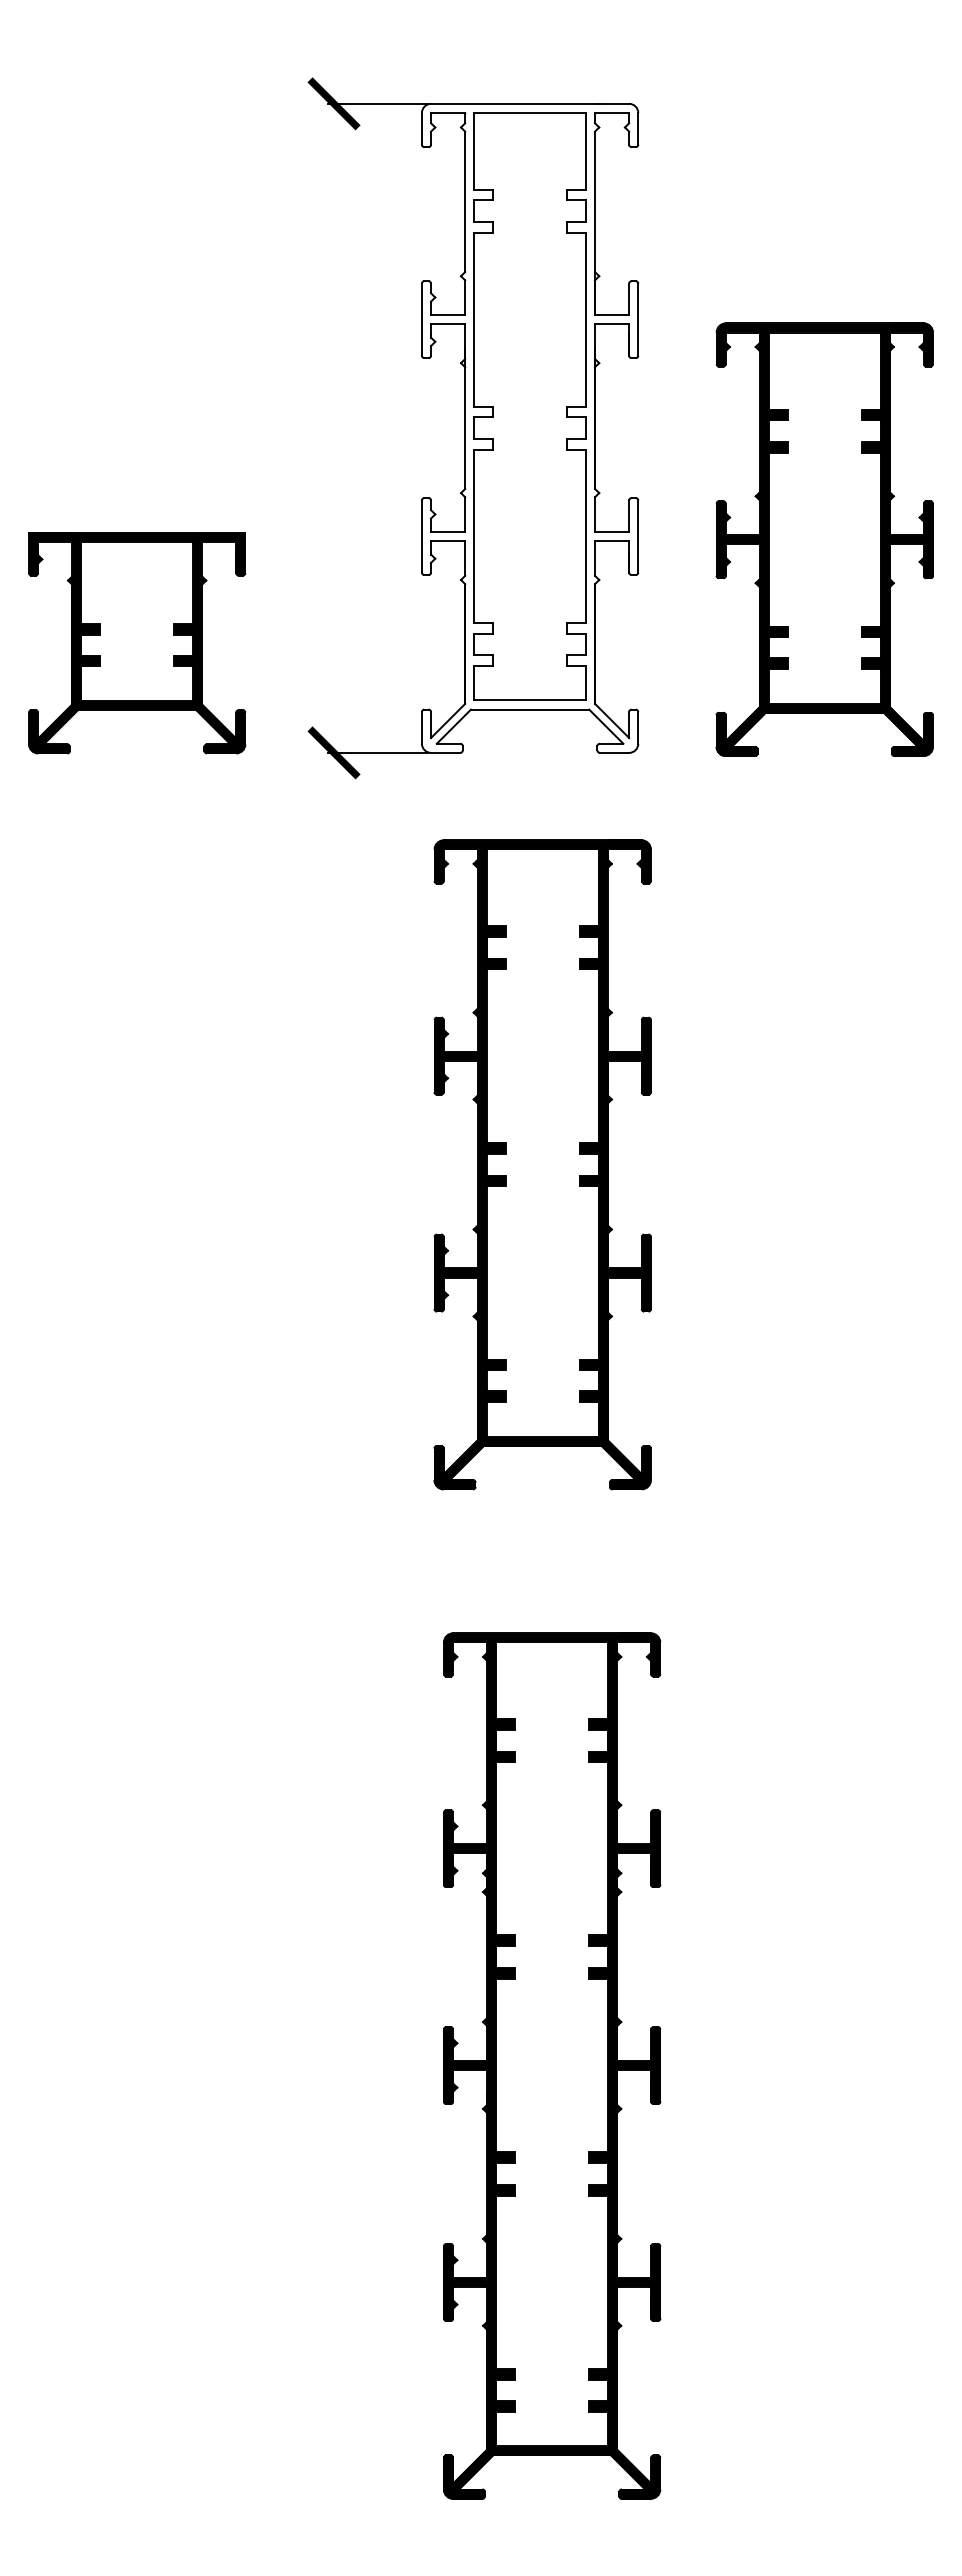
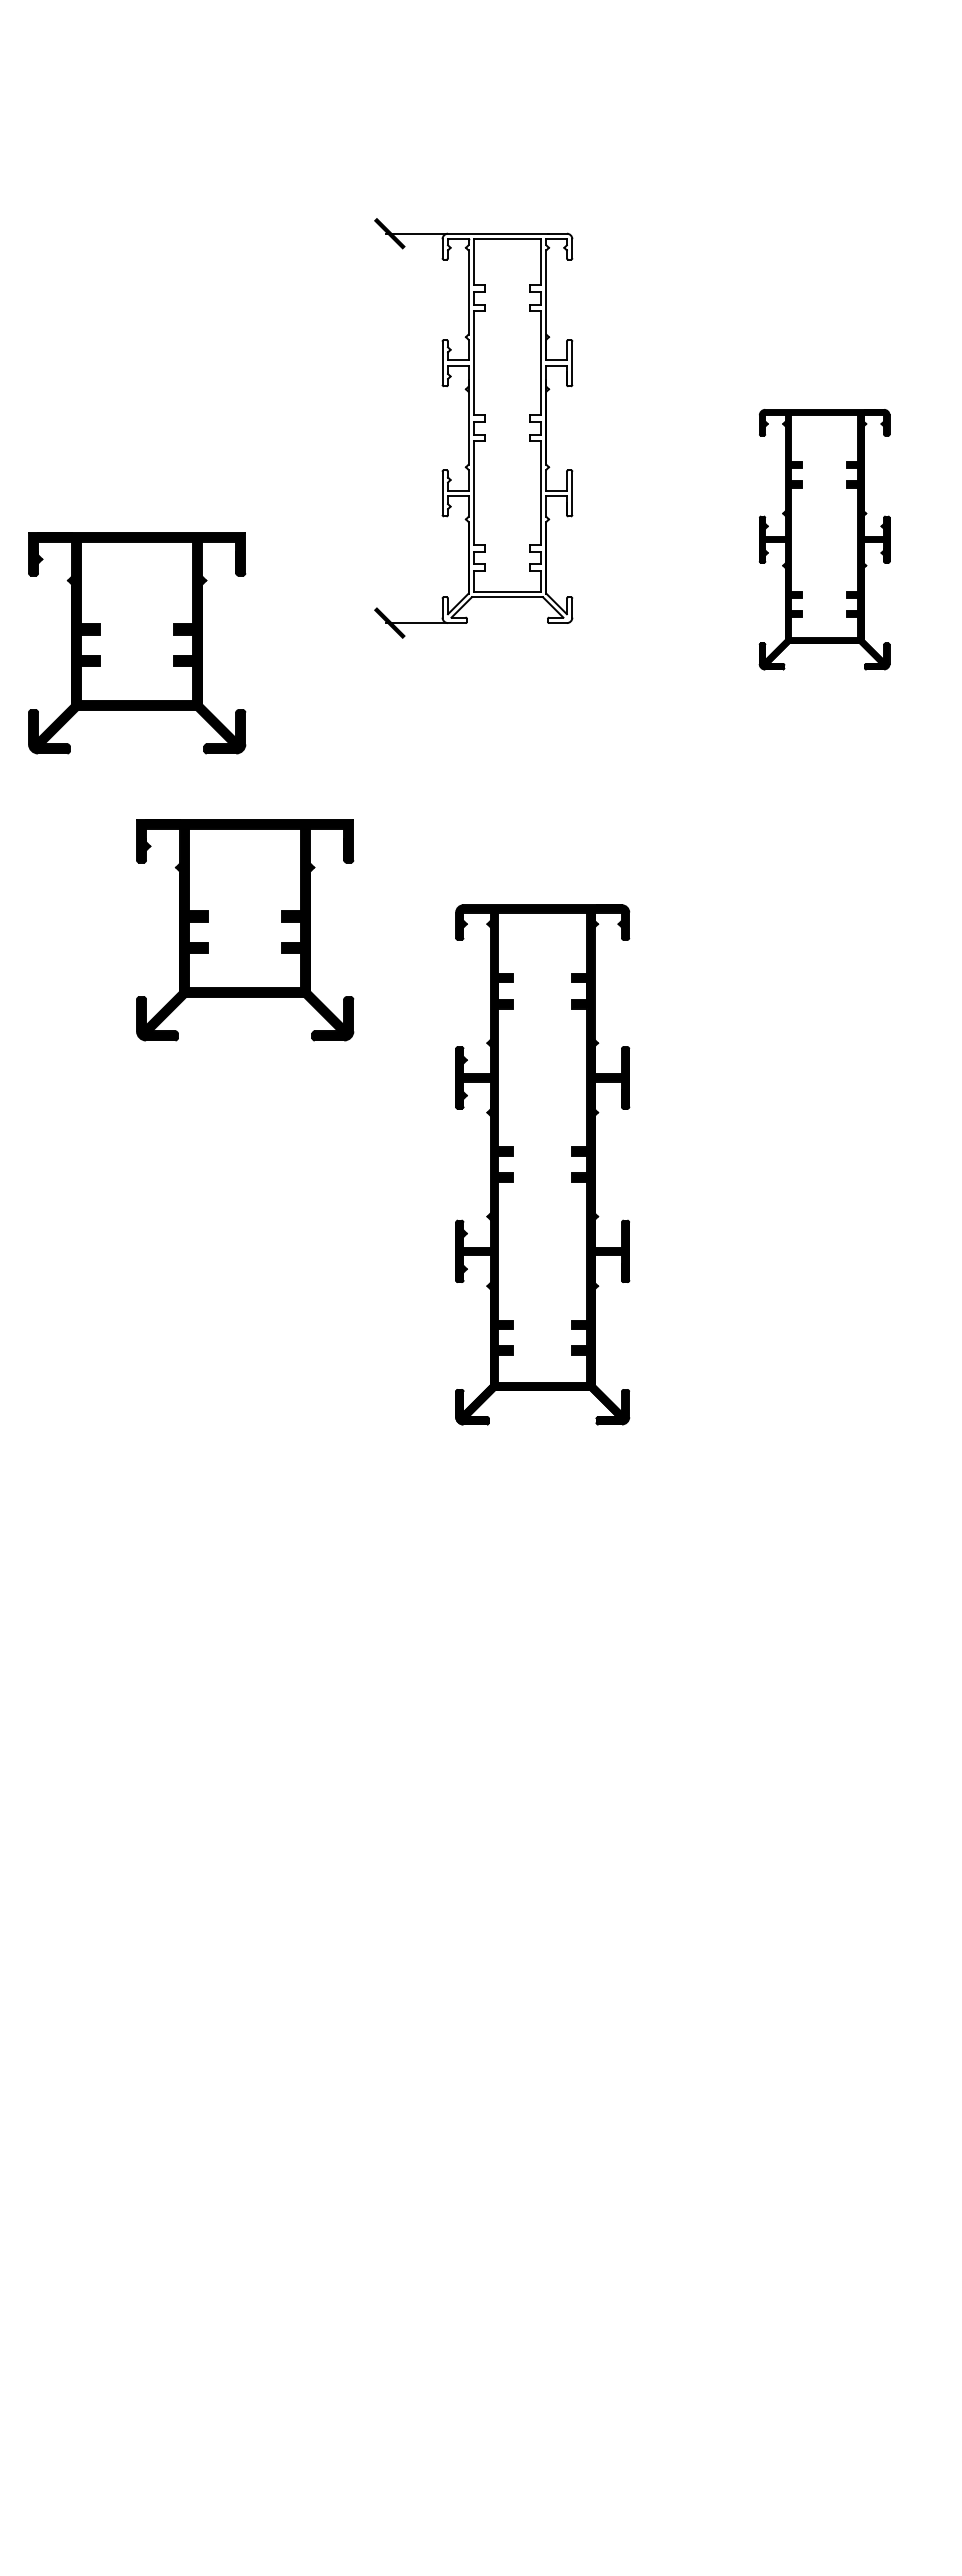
part at (473, 428) size: 333x703 px -> 200x421 px
part at (824, 539) size: 219x435 px -> 133x262 px
part at (245, 930): none -> present
part at (542, 1164) size: 219x652 px -> 176x522 px
part at (552, 2065): present -> none
